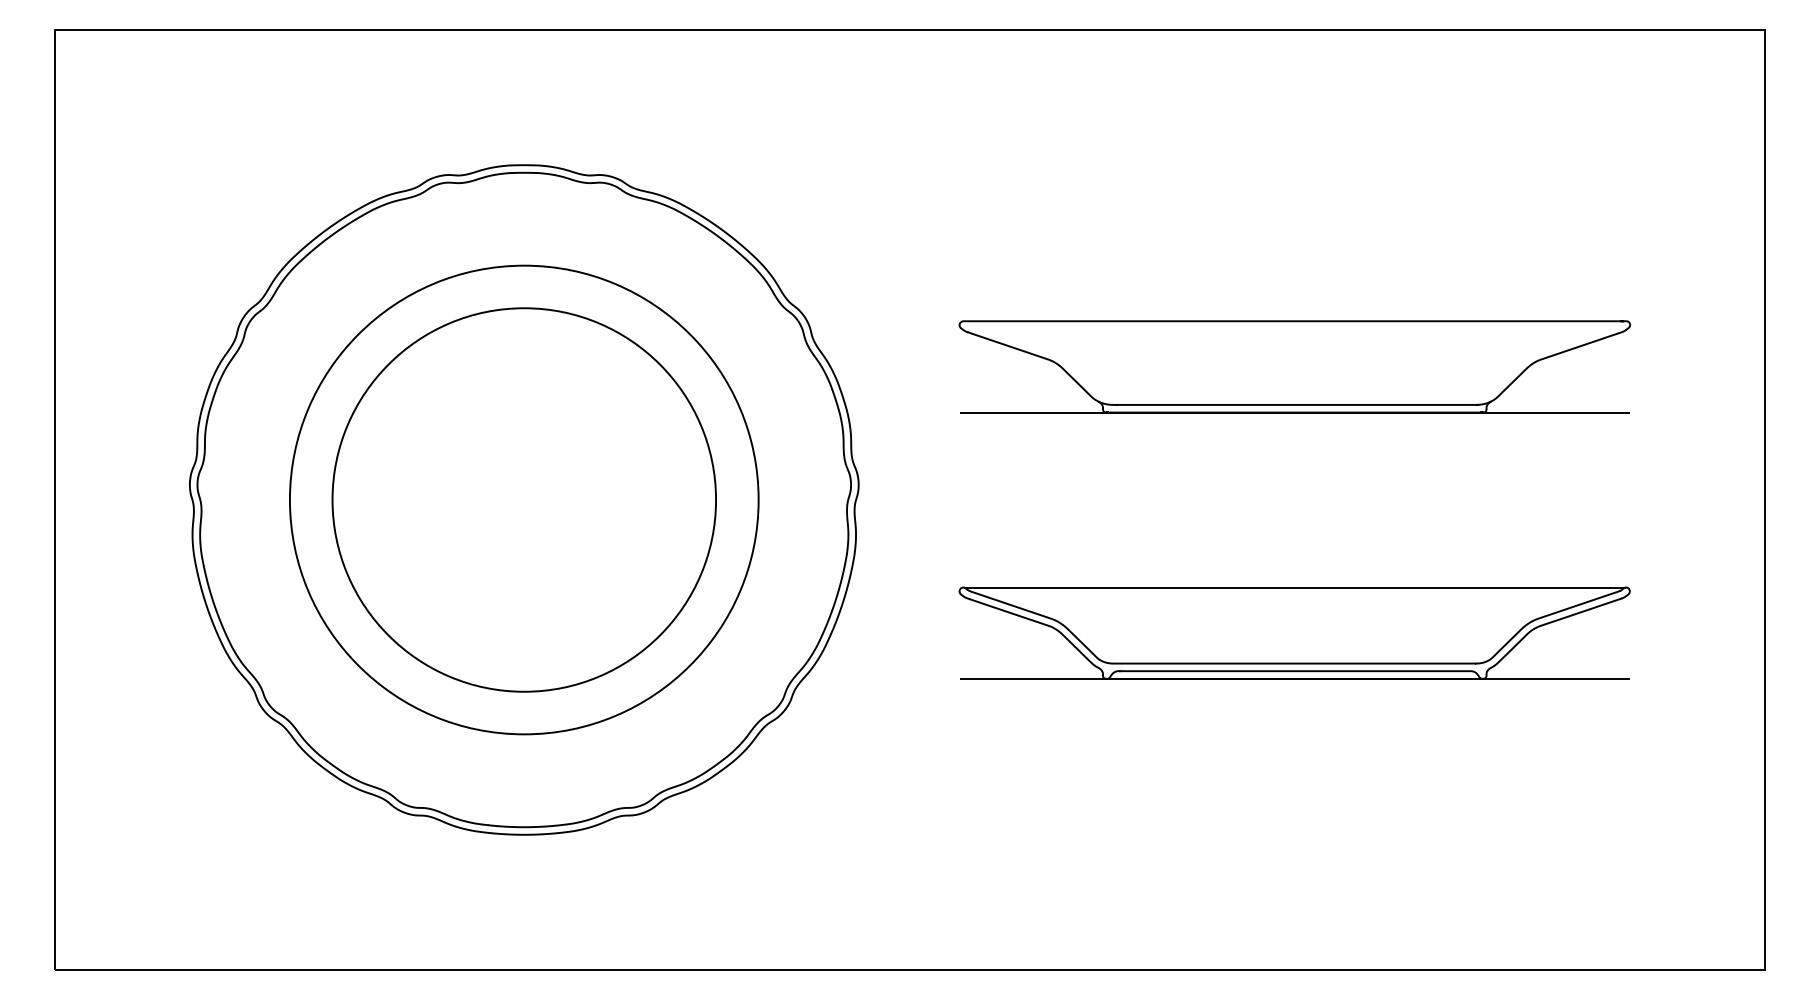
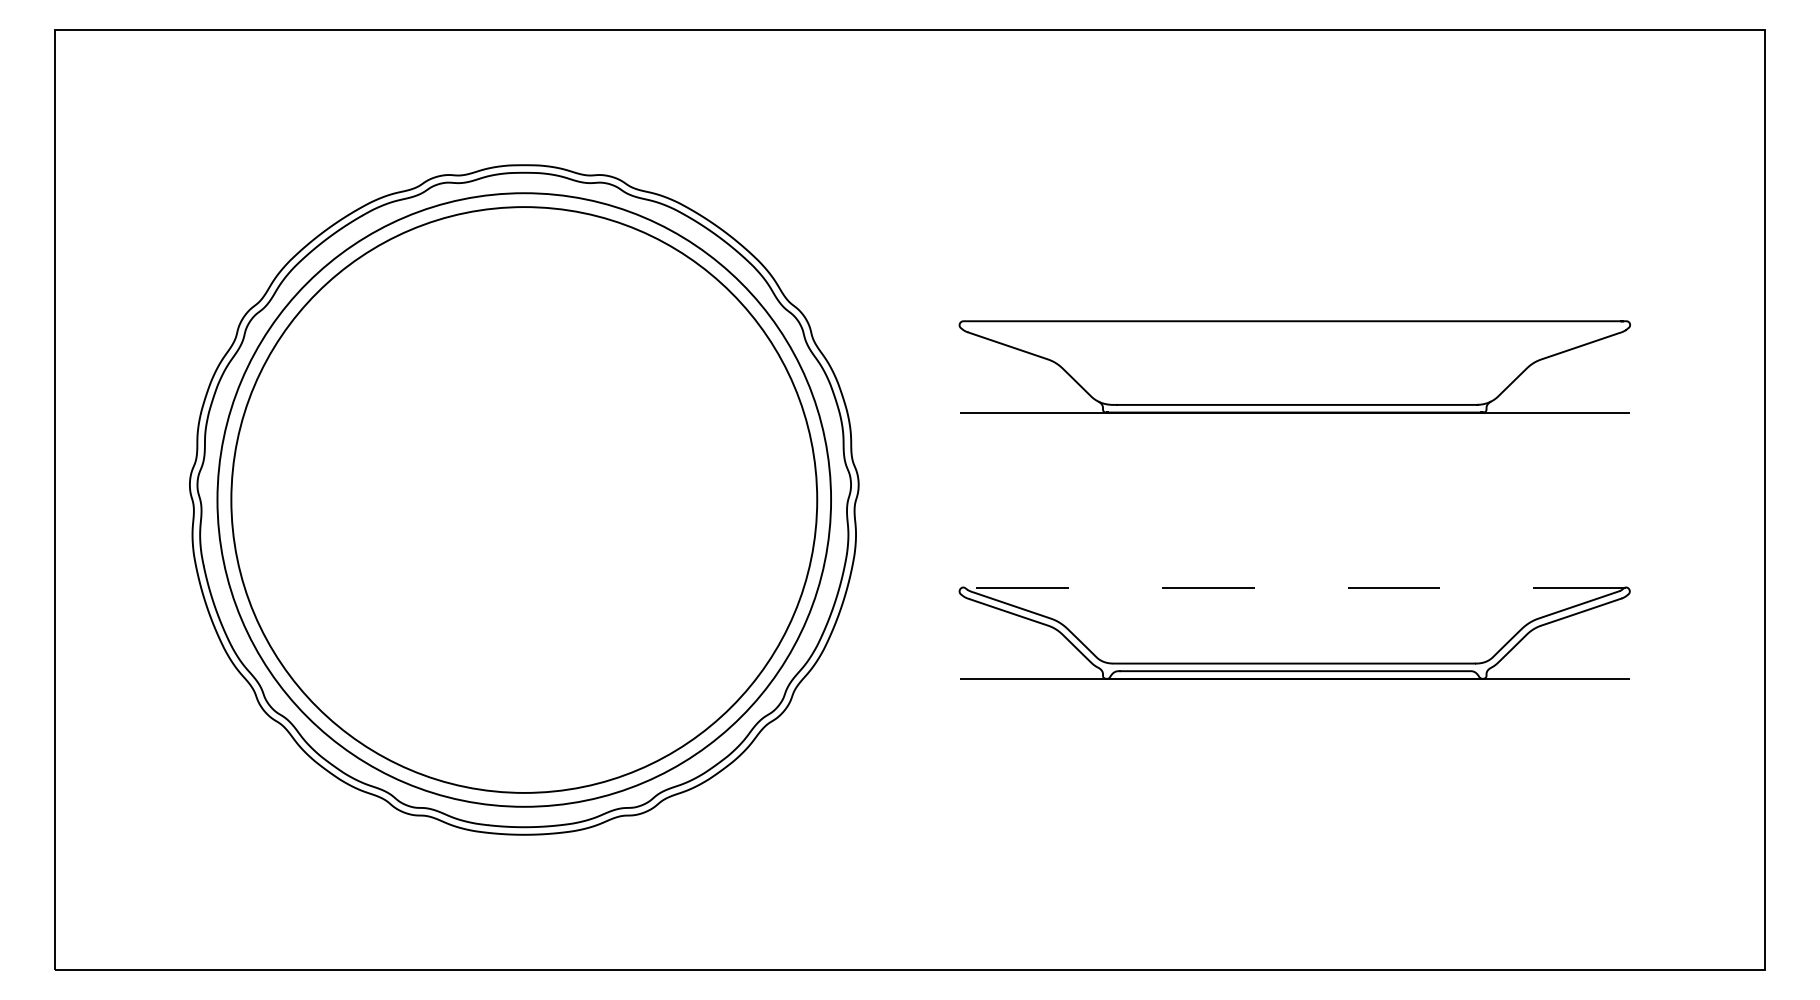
circle at (523, 499) diameter: 469 px -> 586 px
circle at (524, 499) diameter: 384 px -> 614 px
line at (1294, 587): solid -> dashed
